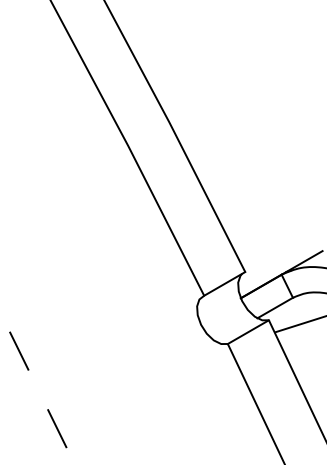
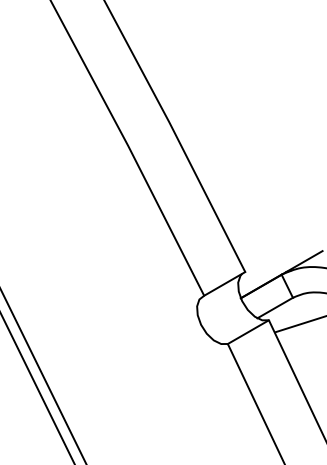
line at (43, 376): none -> present
line at (37, 388): dashed -> solid
